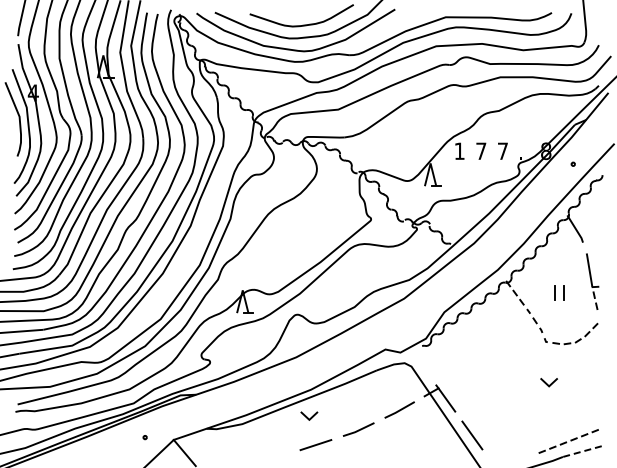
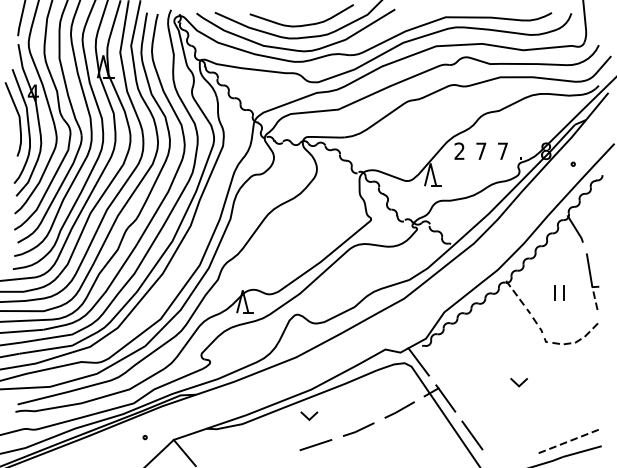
text at (459, 150): 1 -> 2
line at (418, 361): none -> present
line at (547, 383) position: (547, 383) -> (517, 383)
line at (581, 451): dashed -> solid
